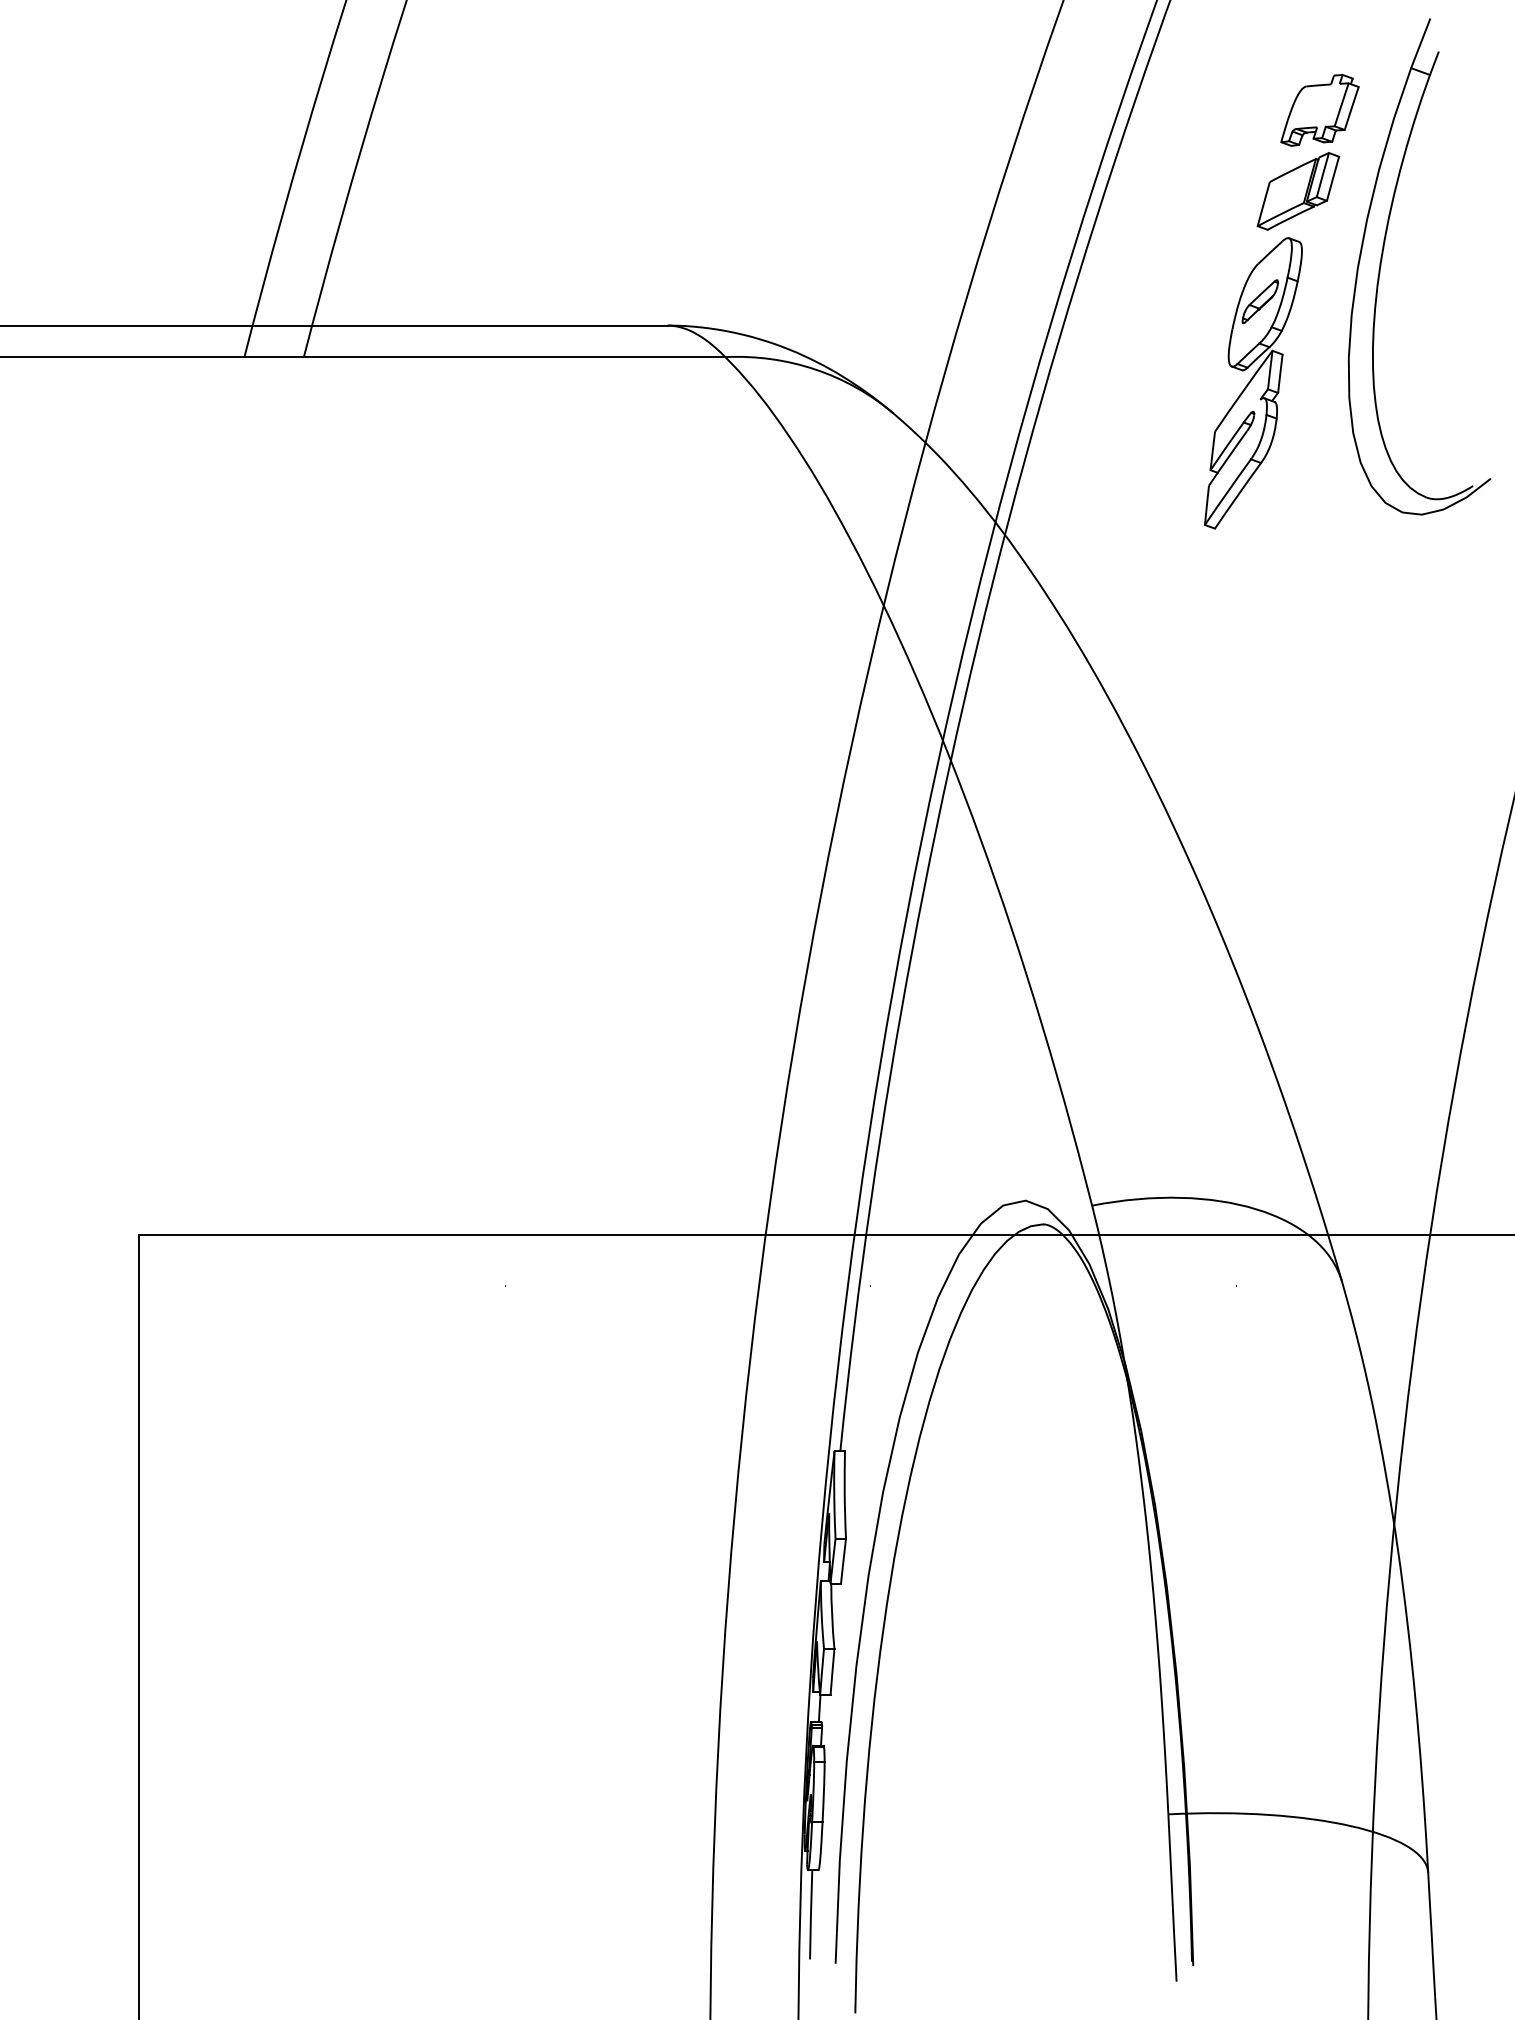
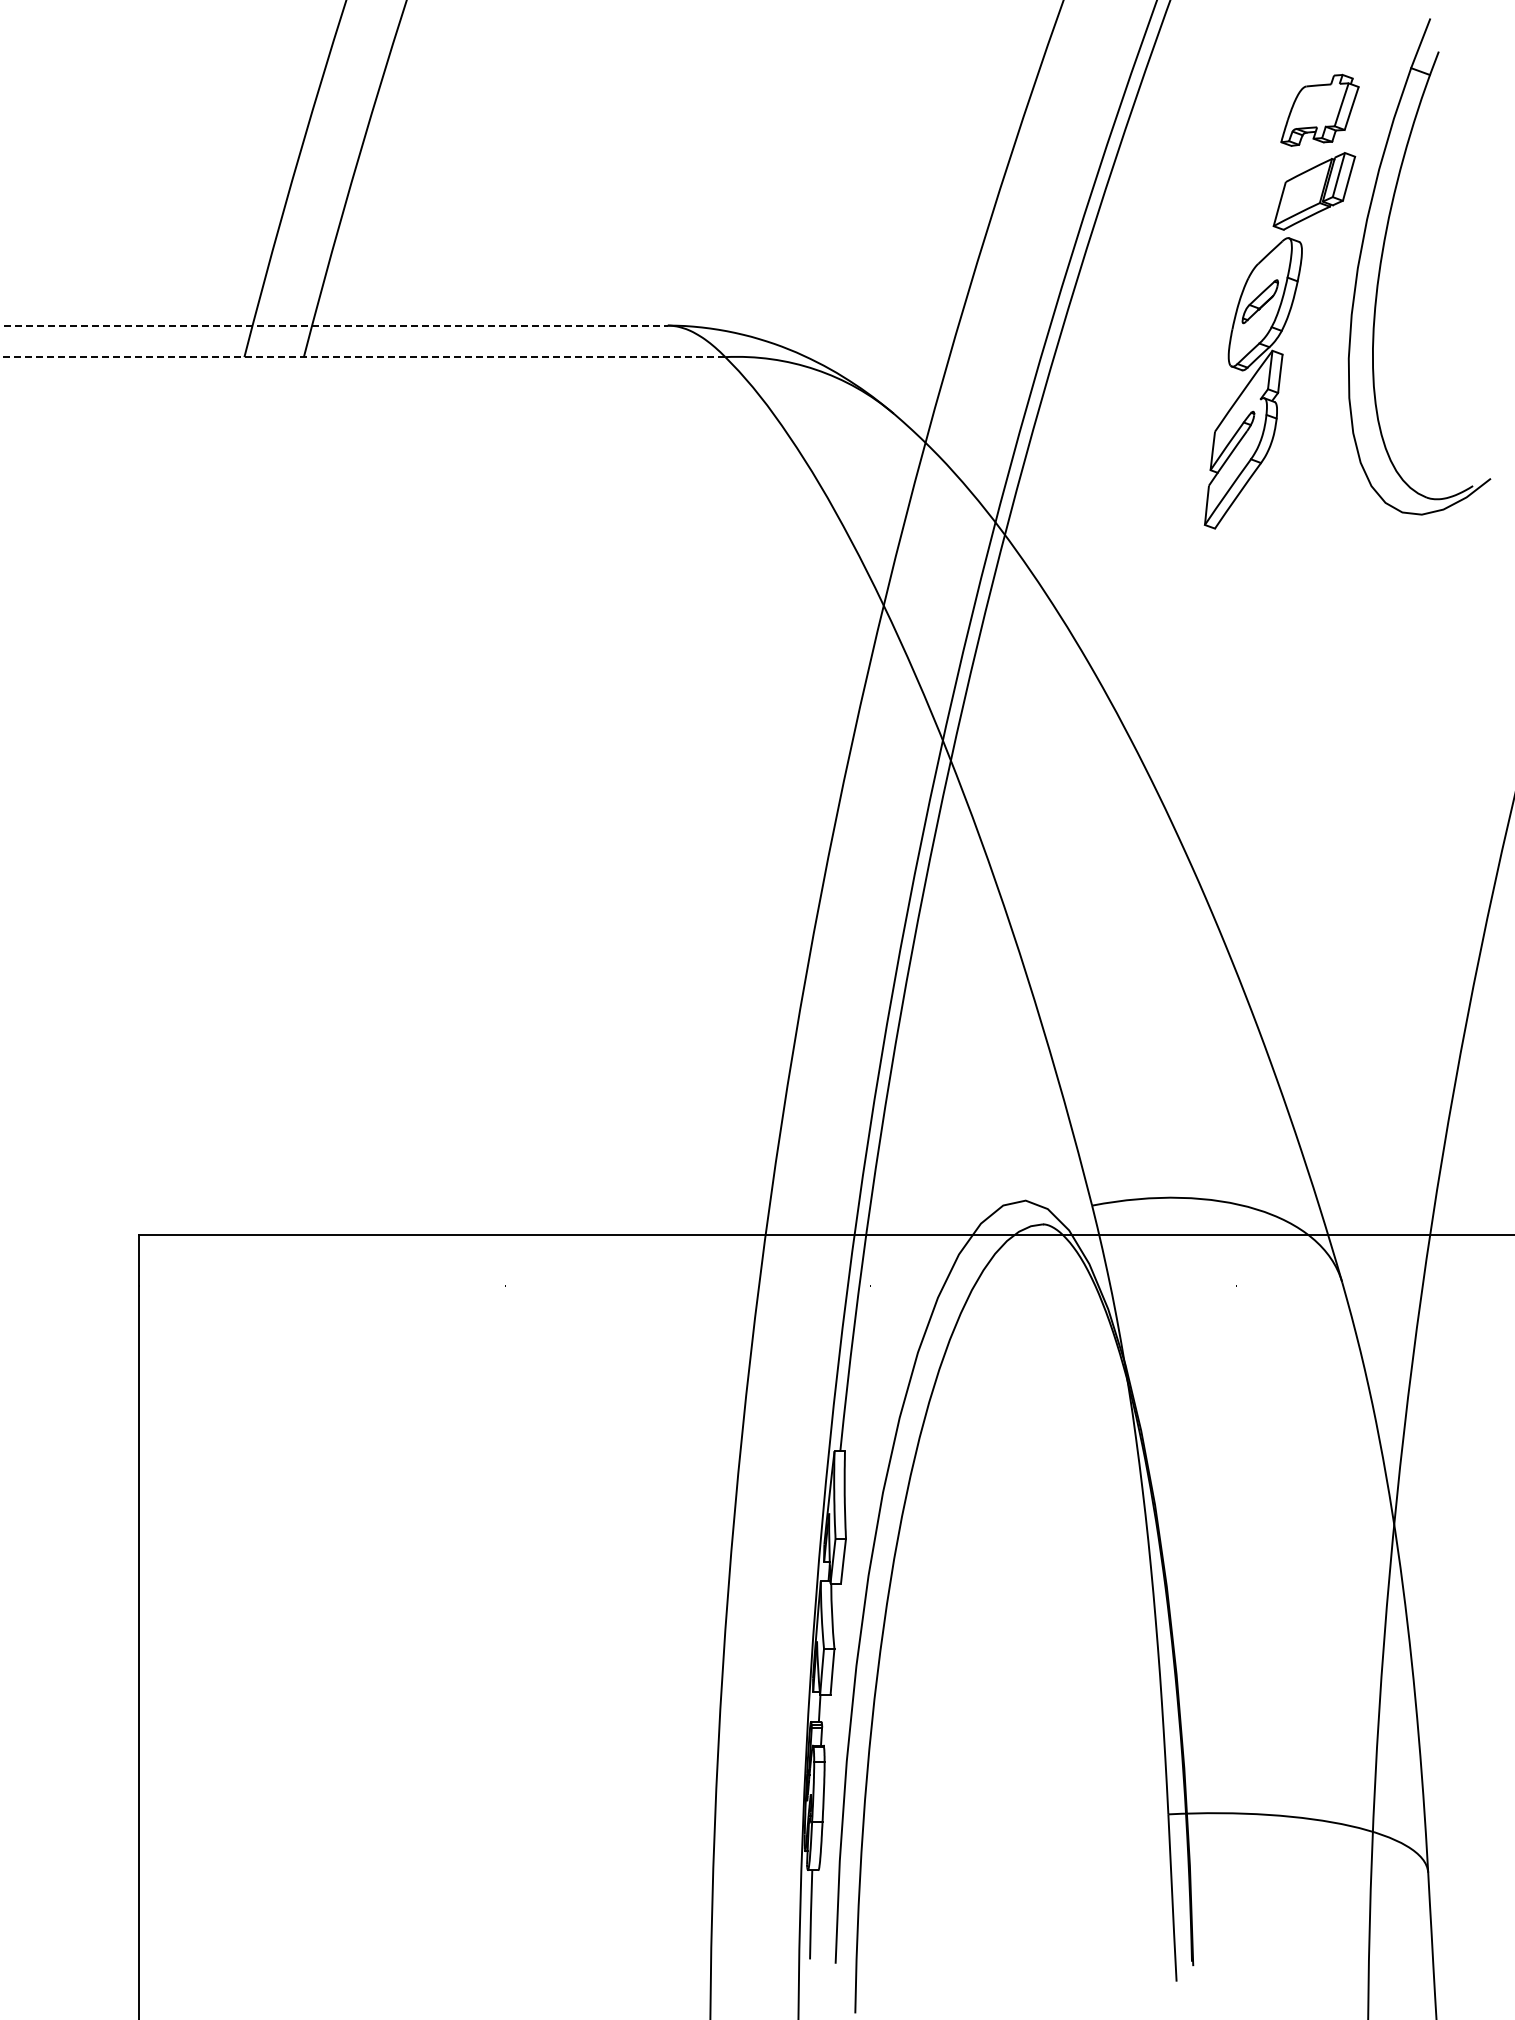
part at (1298, 191) position: (1298, 191) -> (1314, 191)
line at (333, 325): solid -> dashed
line at (362, 357): solid -> dashed
